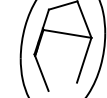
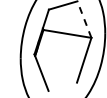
line at (84, 19): solid -> dashed
